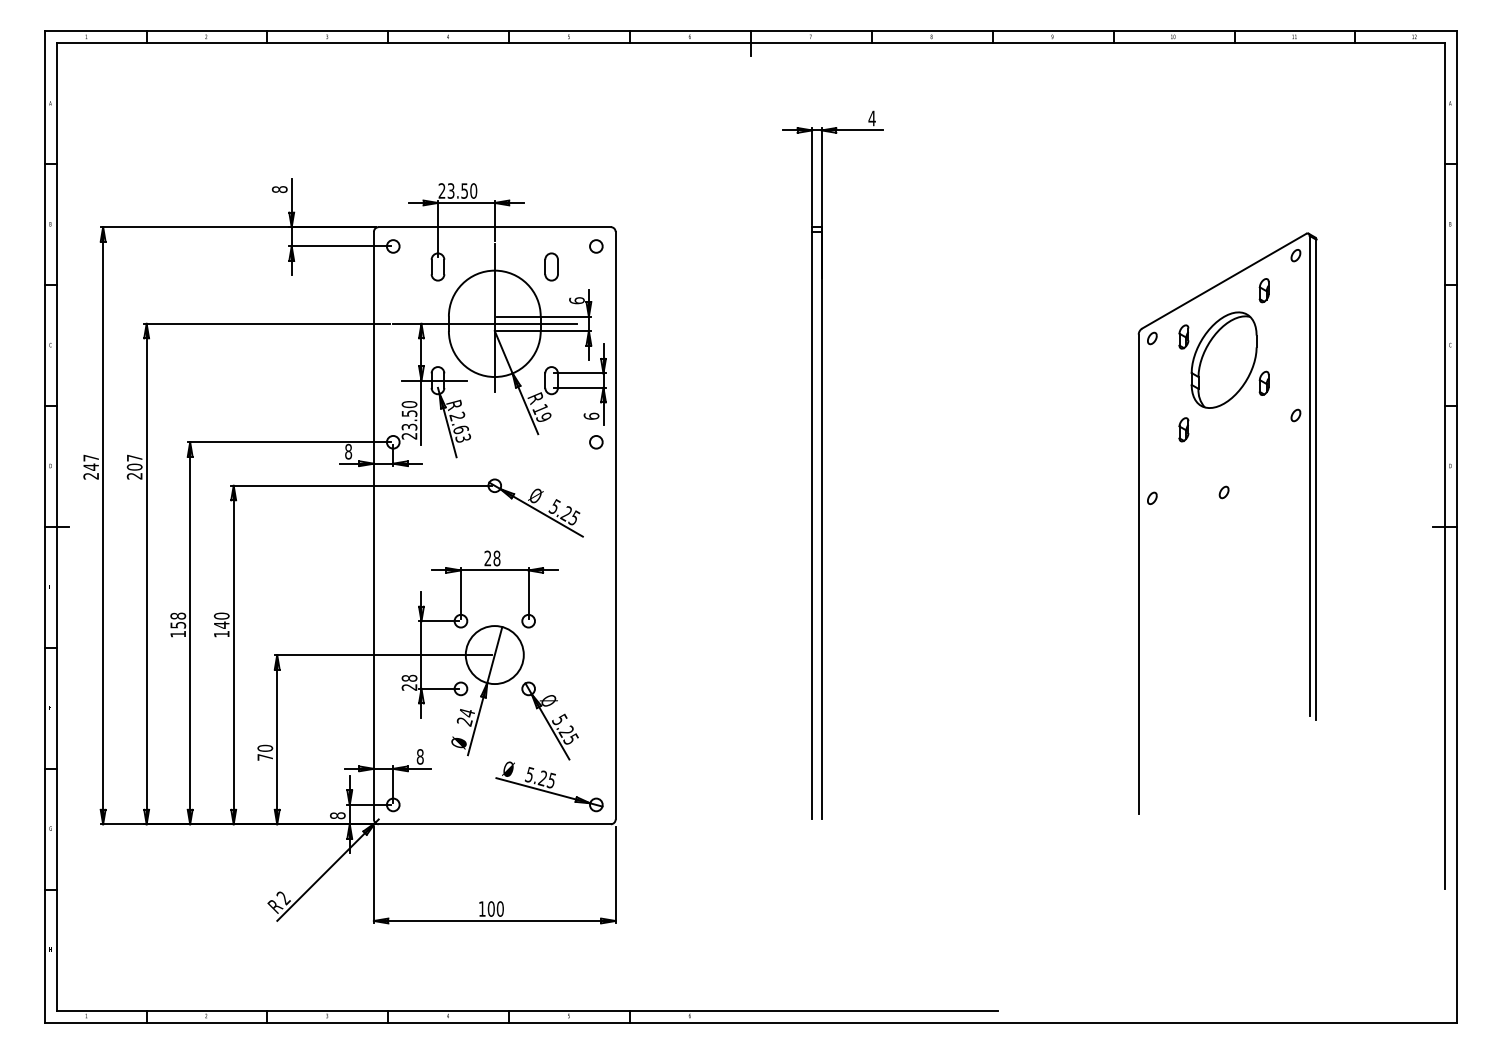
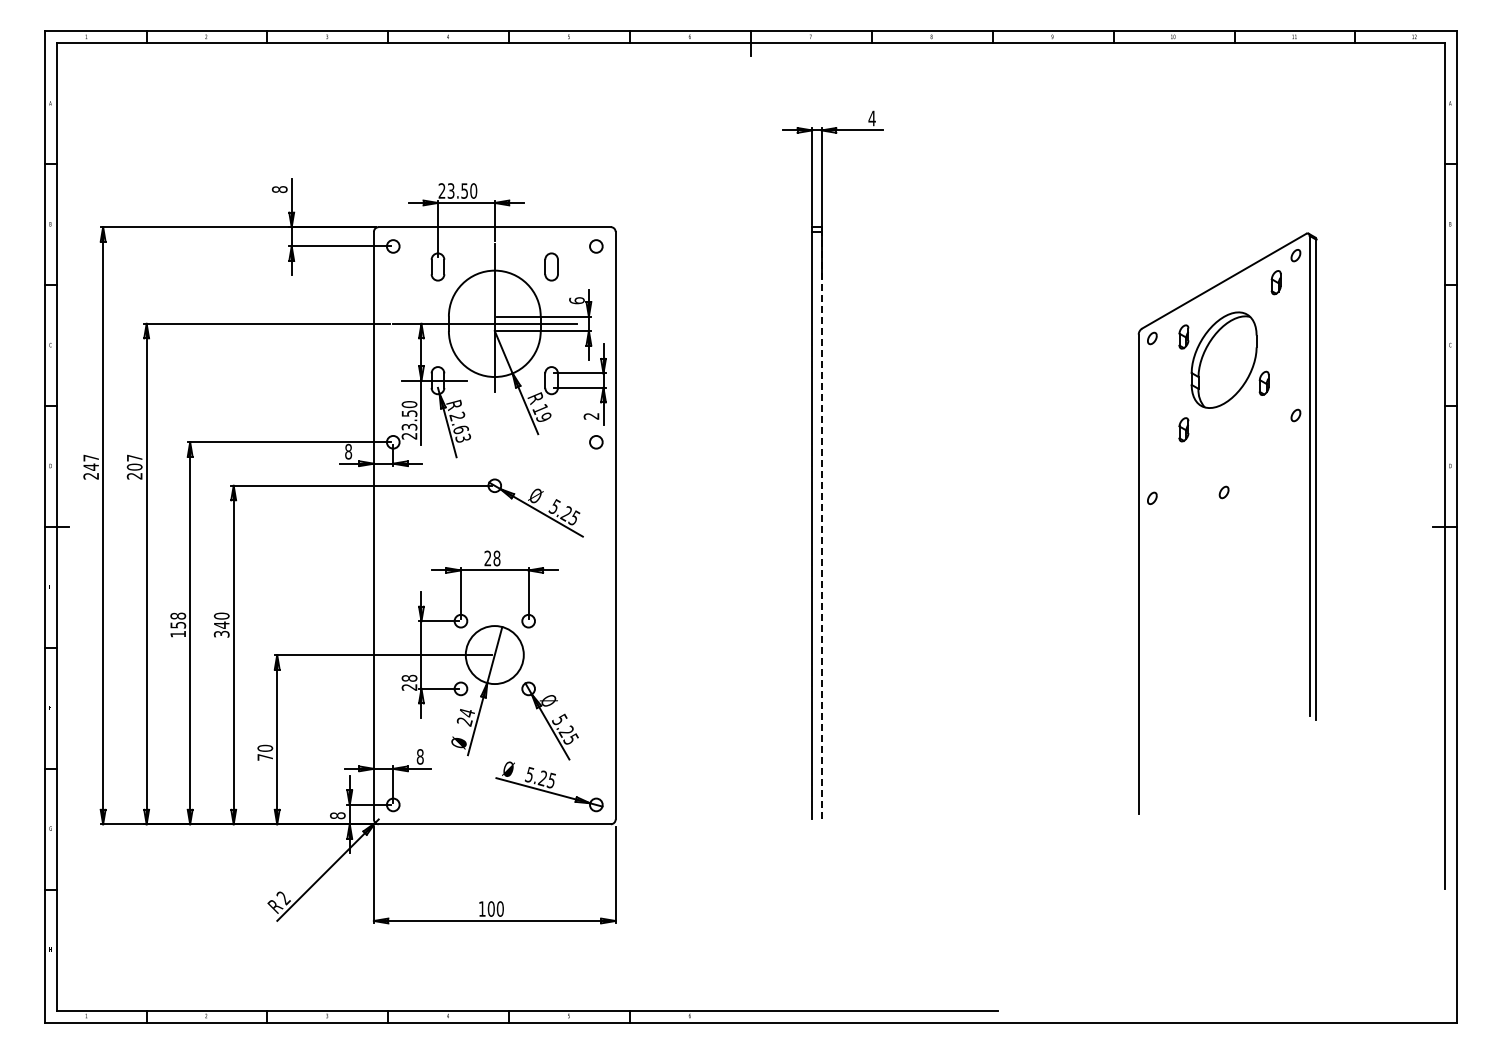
part at (1263, 290) position: (1263, 290) -> (1275, 282)
text at (591, 415): 6 -> 2
line at (821, 525): solid -> dashed
text at (221, 633): 140 -> 340
